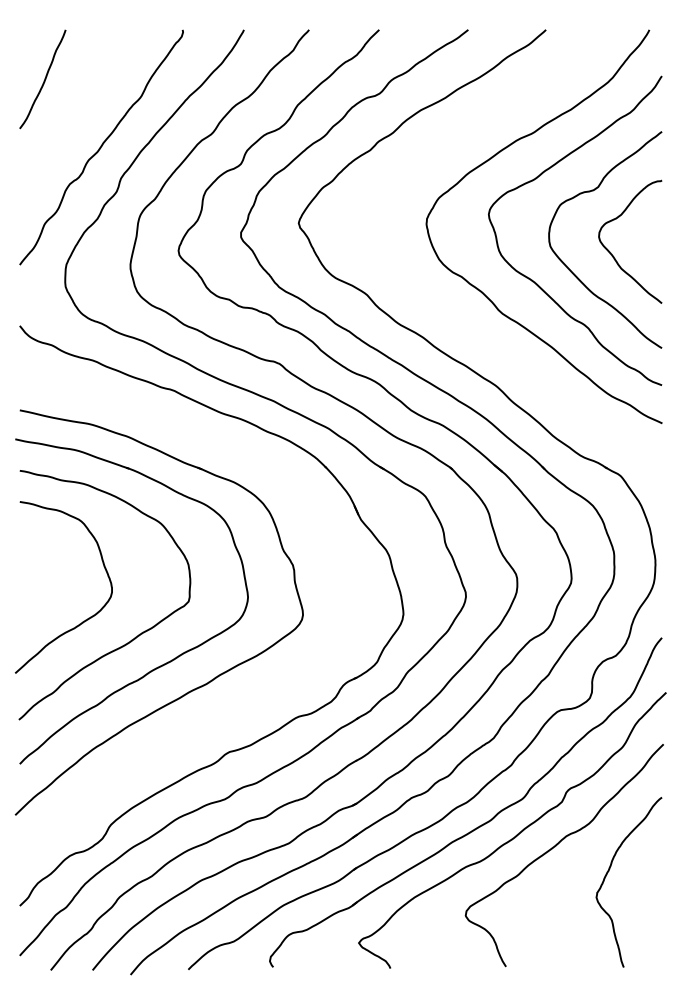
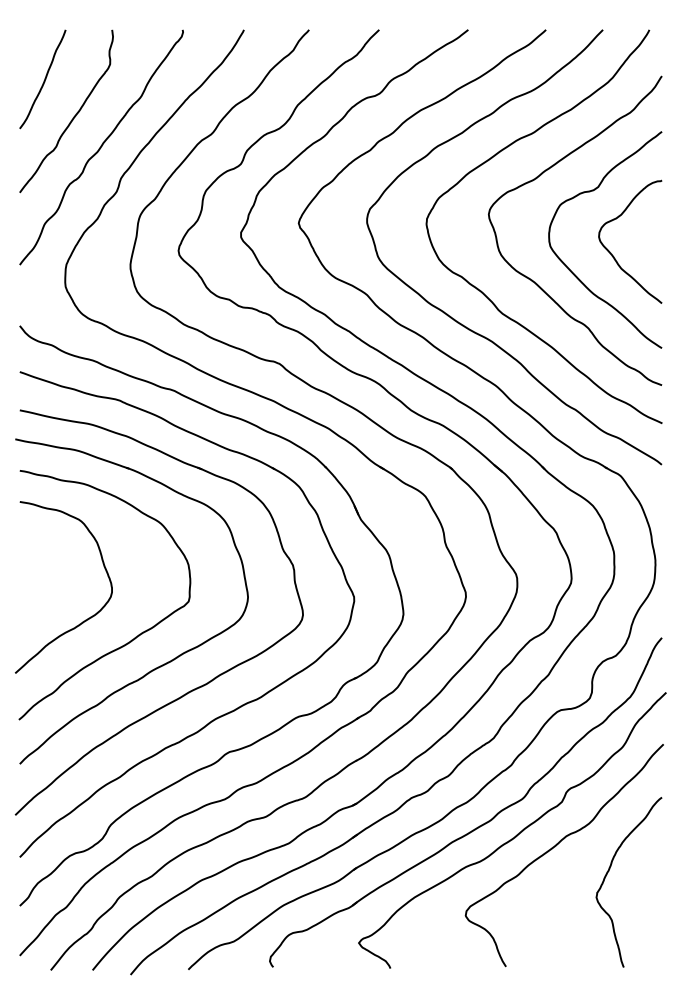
curve at (73, 116): none -> present
curve at (468, 327): none -> present
part at (238, 706): none -> present
